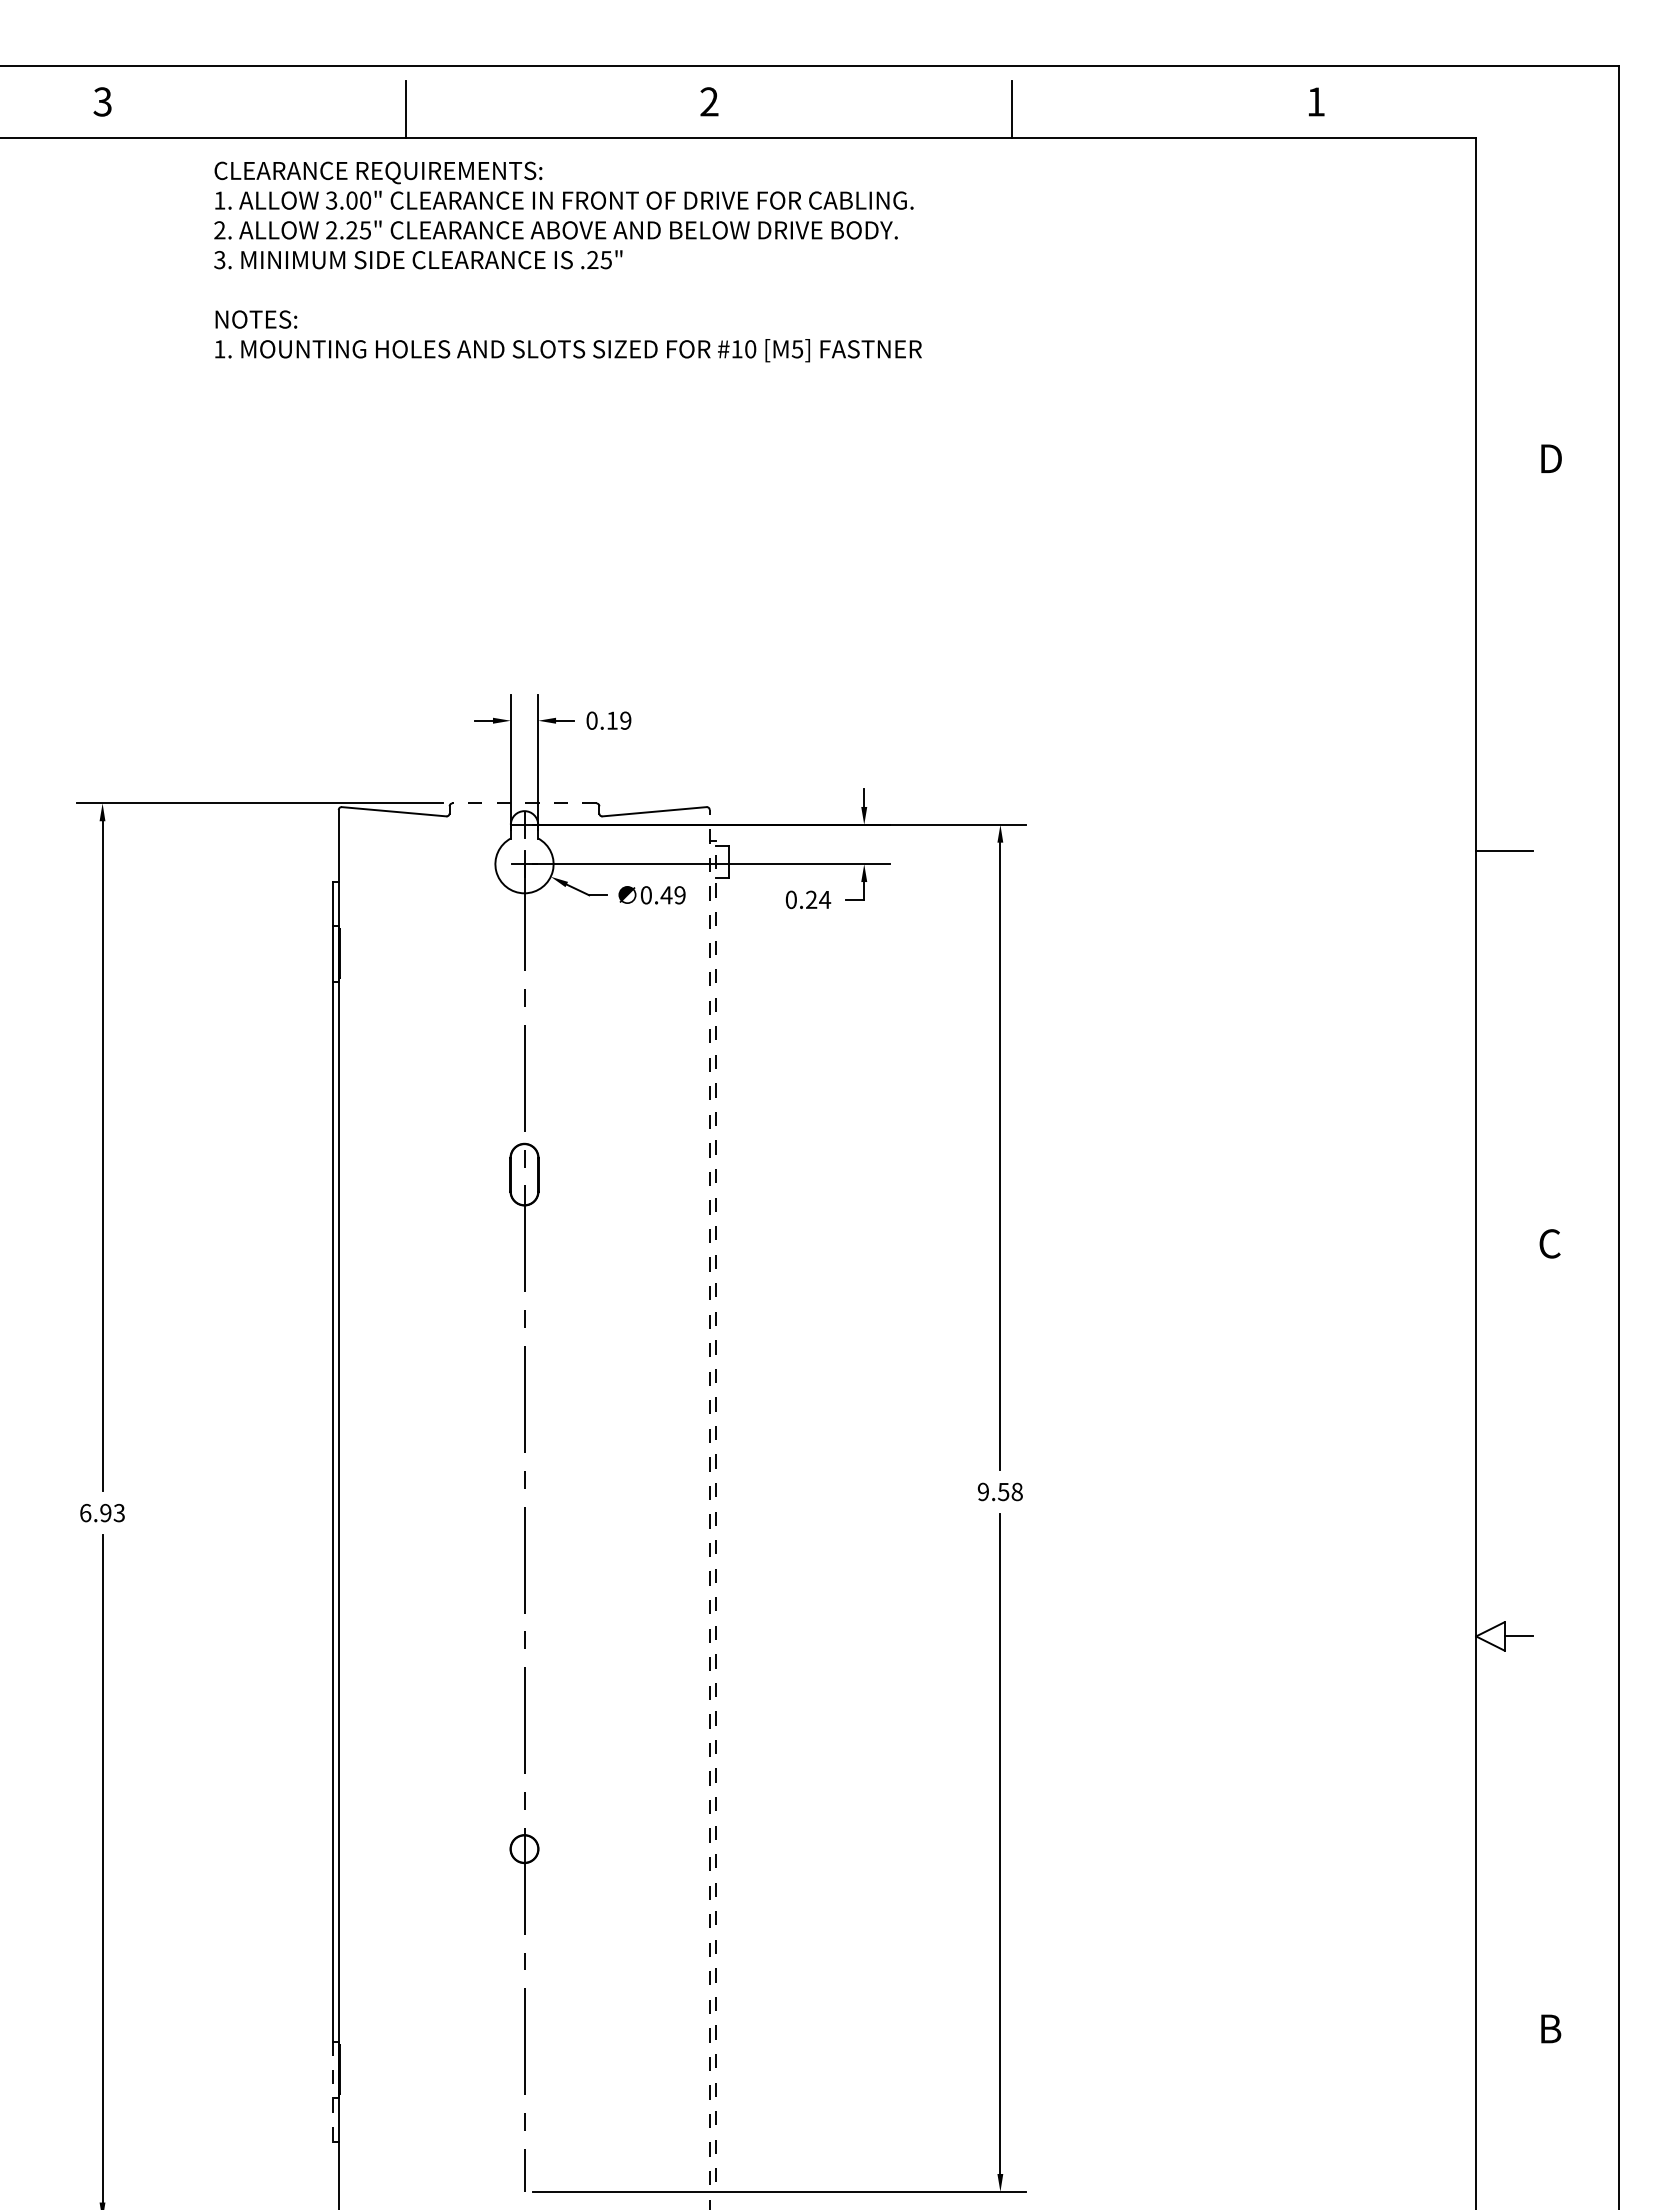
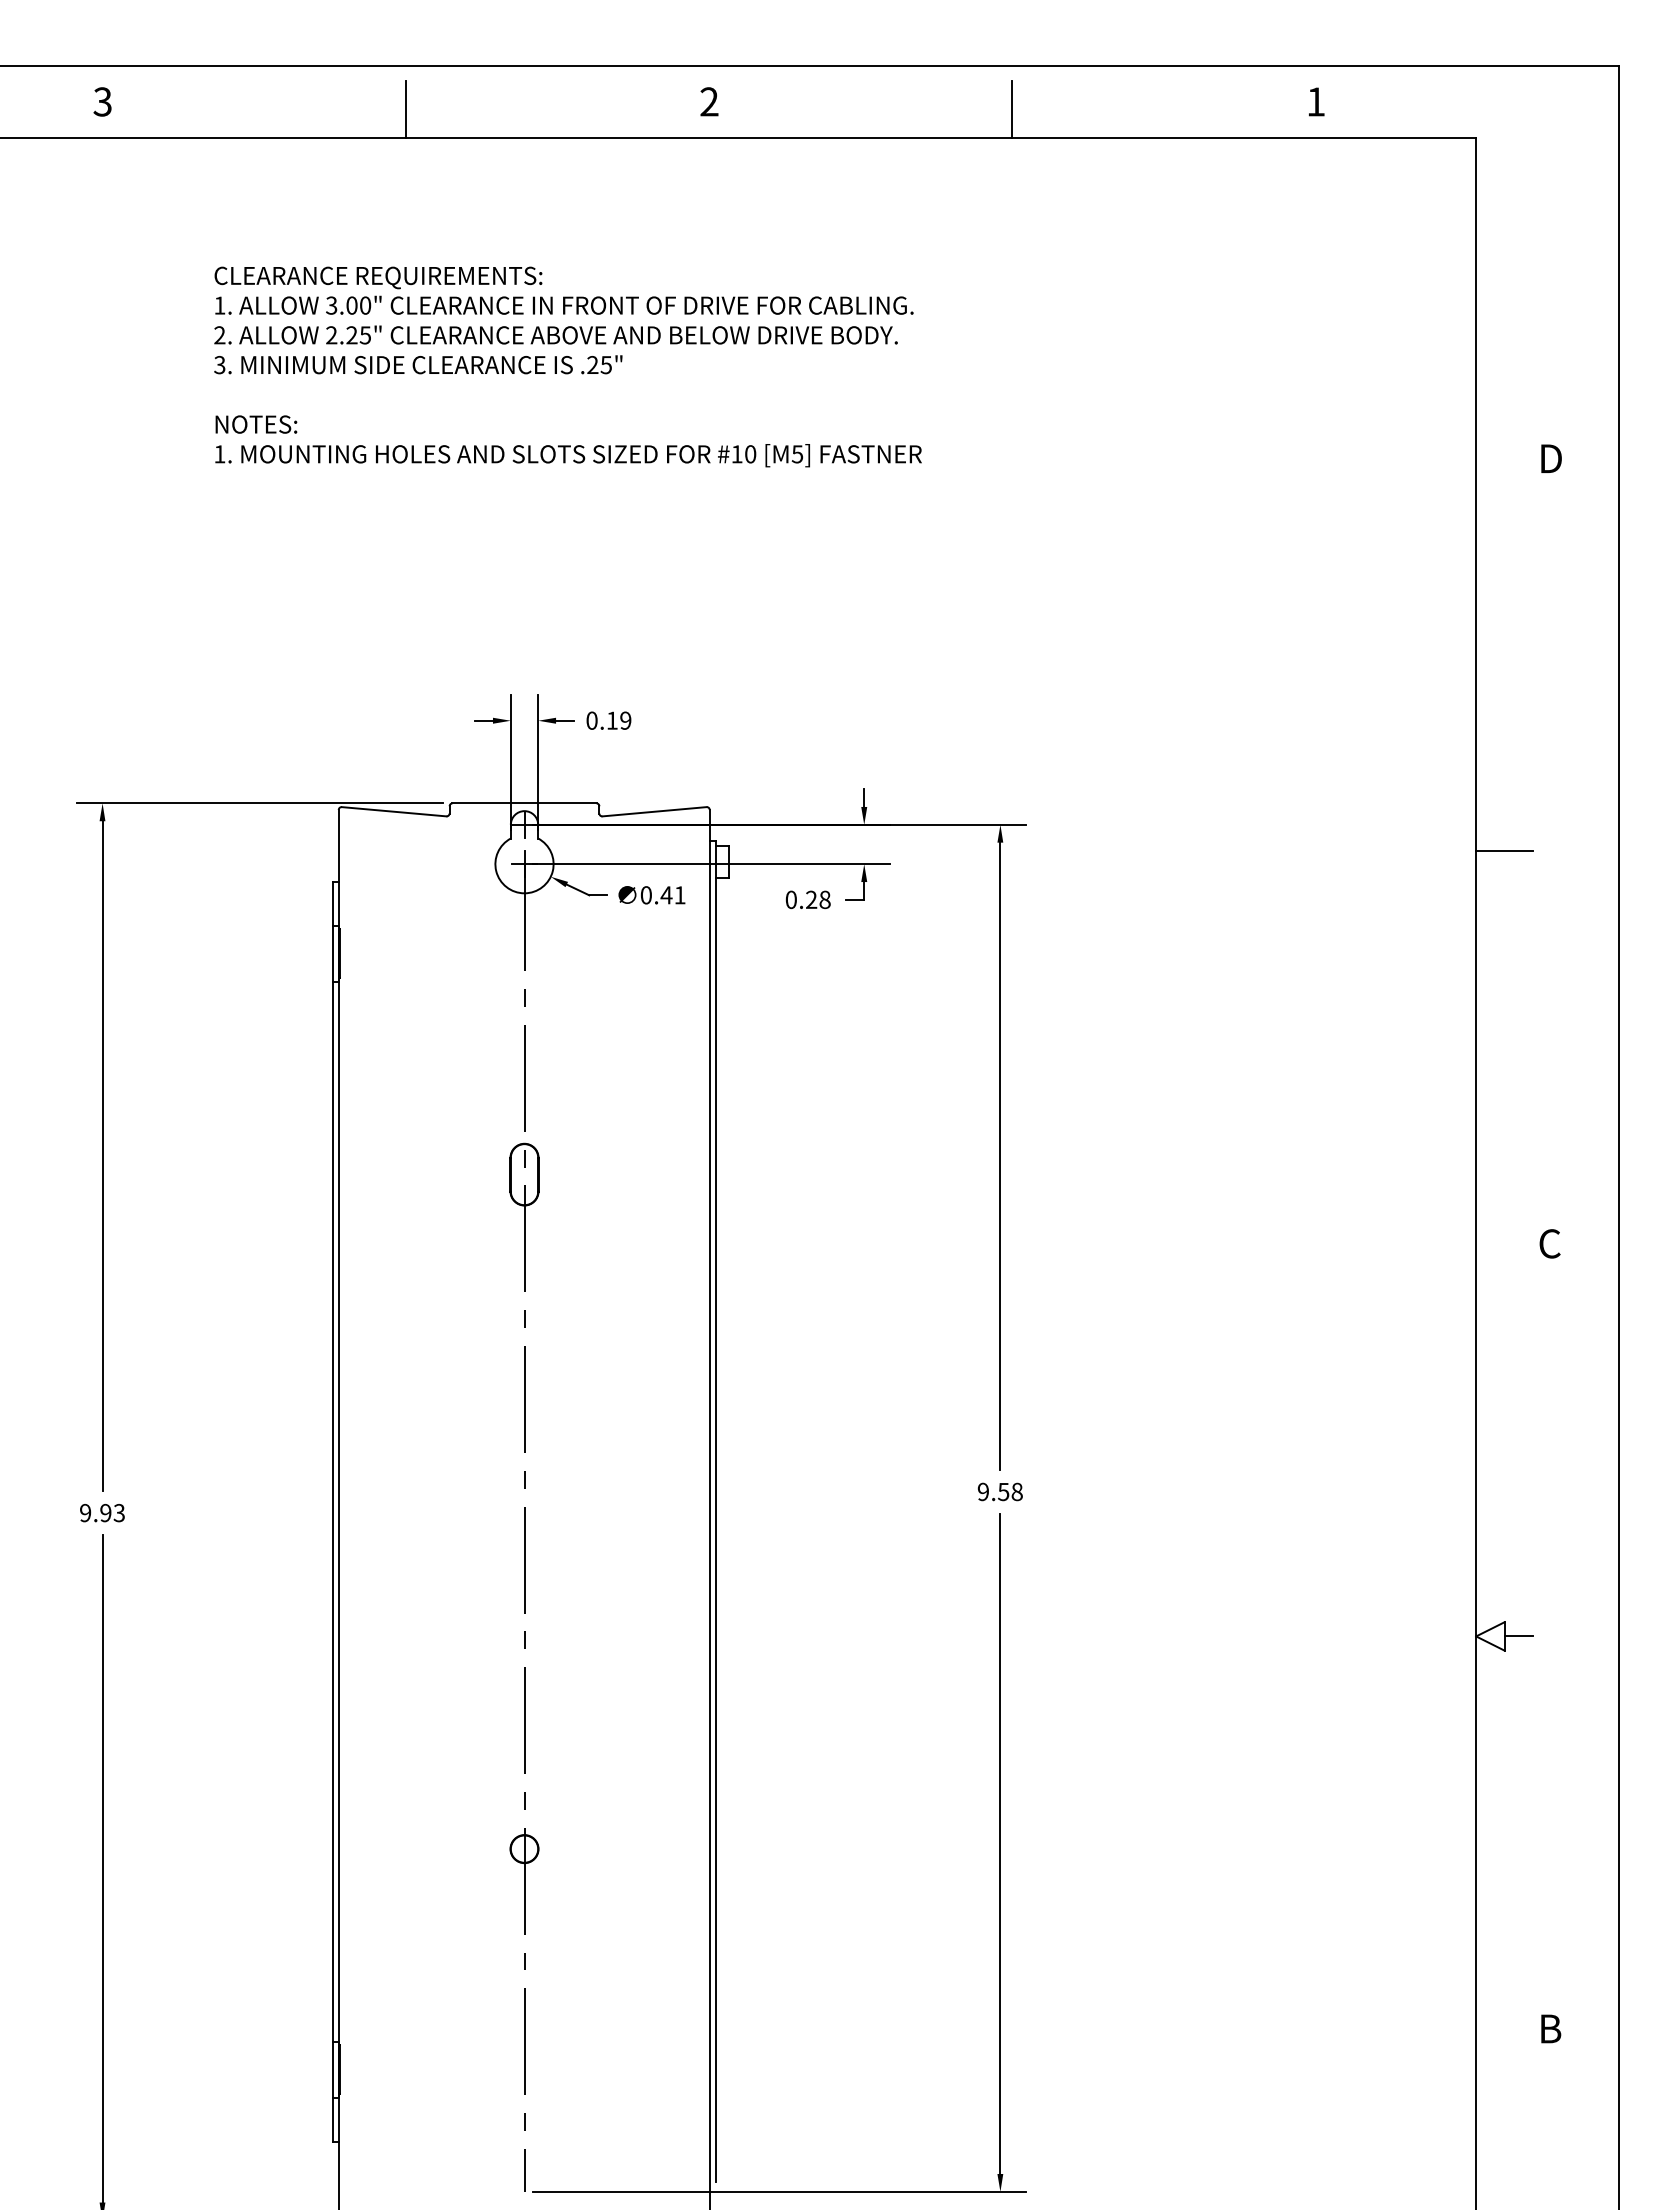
text at (567, 261) position: (567, 261) -> (567, 366)
line at (524, 803): dashed -> solid
text at (679, 895): 0.49 -> 0.41
text at (825, 899): 0.24 -> 0.28
line at (709, 1509): dashed -> solid
line at (715, 1511): dashed -> solid
text at (85, 1513): 6.93 -> 9.93
line at (332, 2092): dashed -> solid
